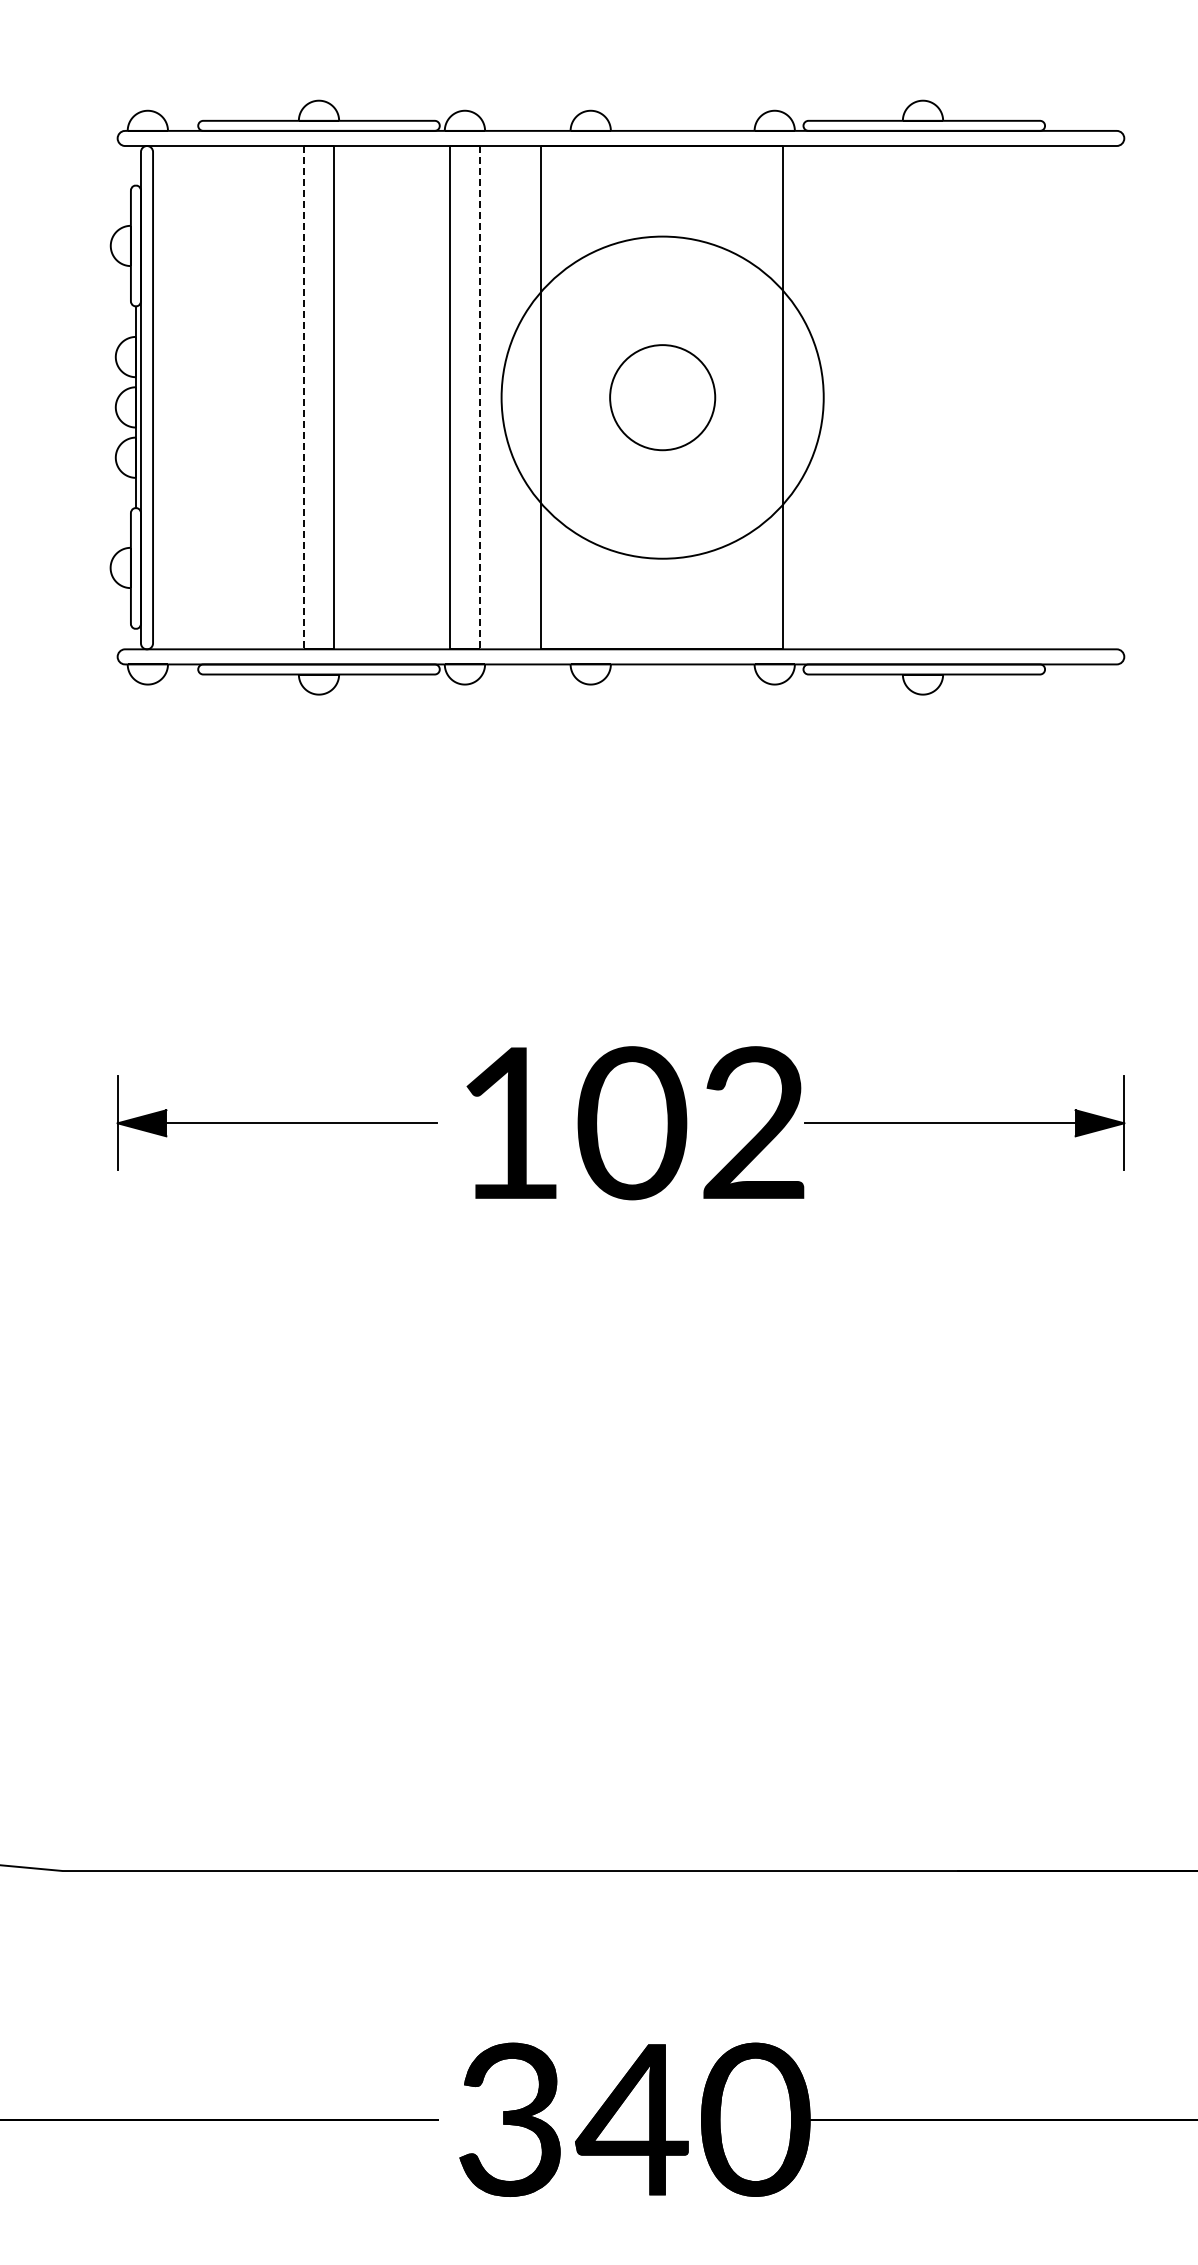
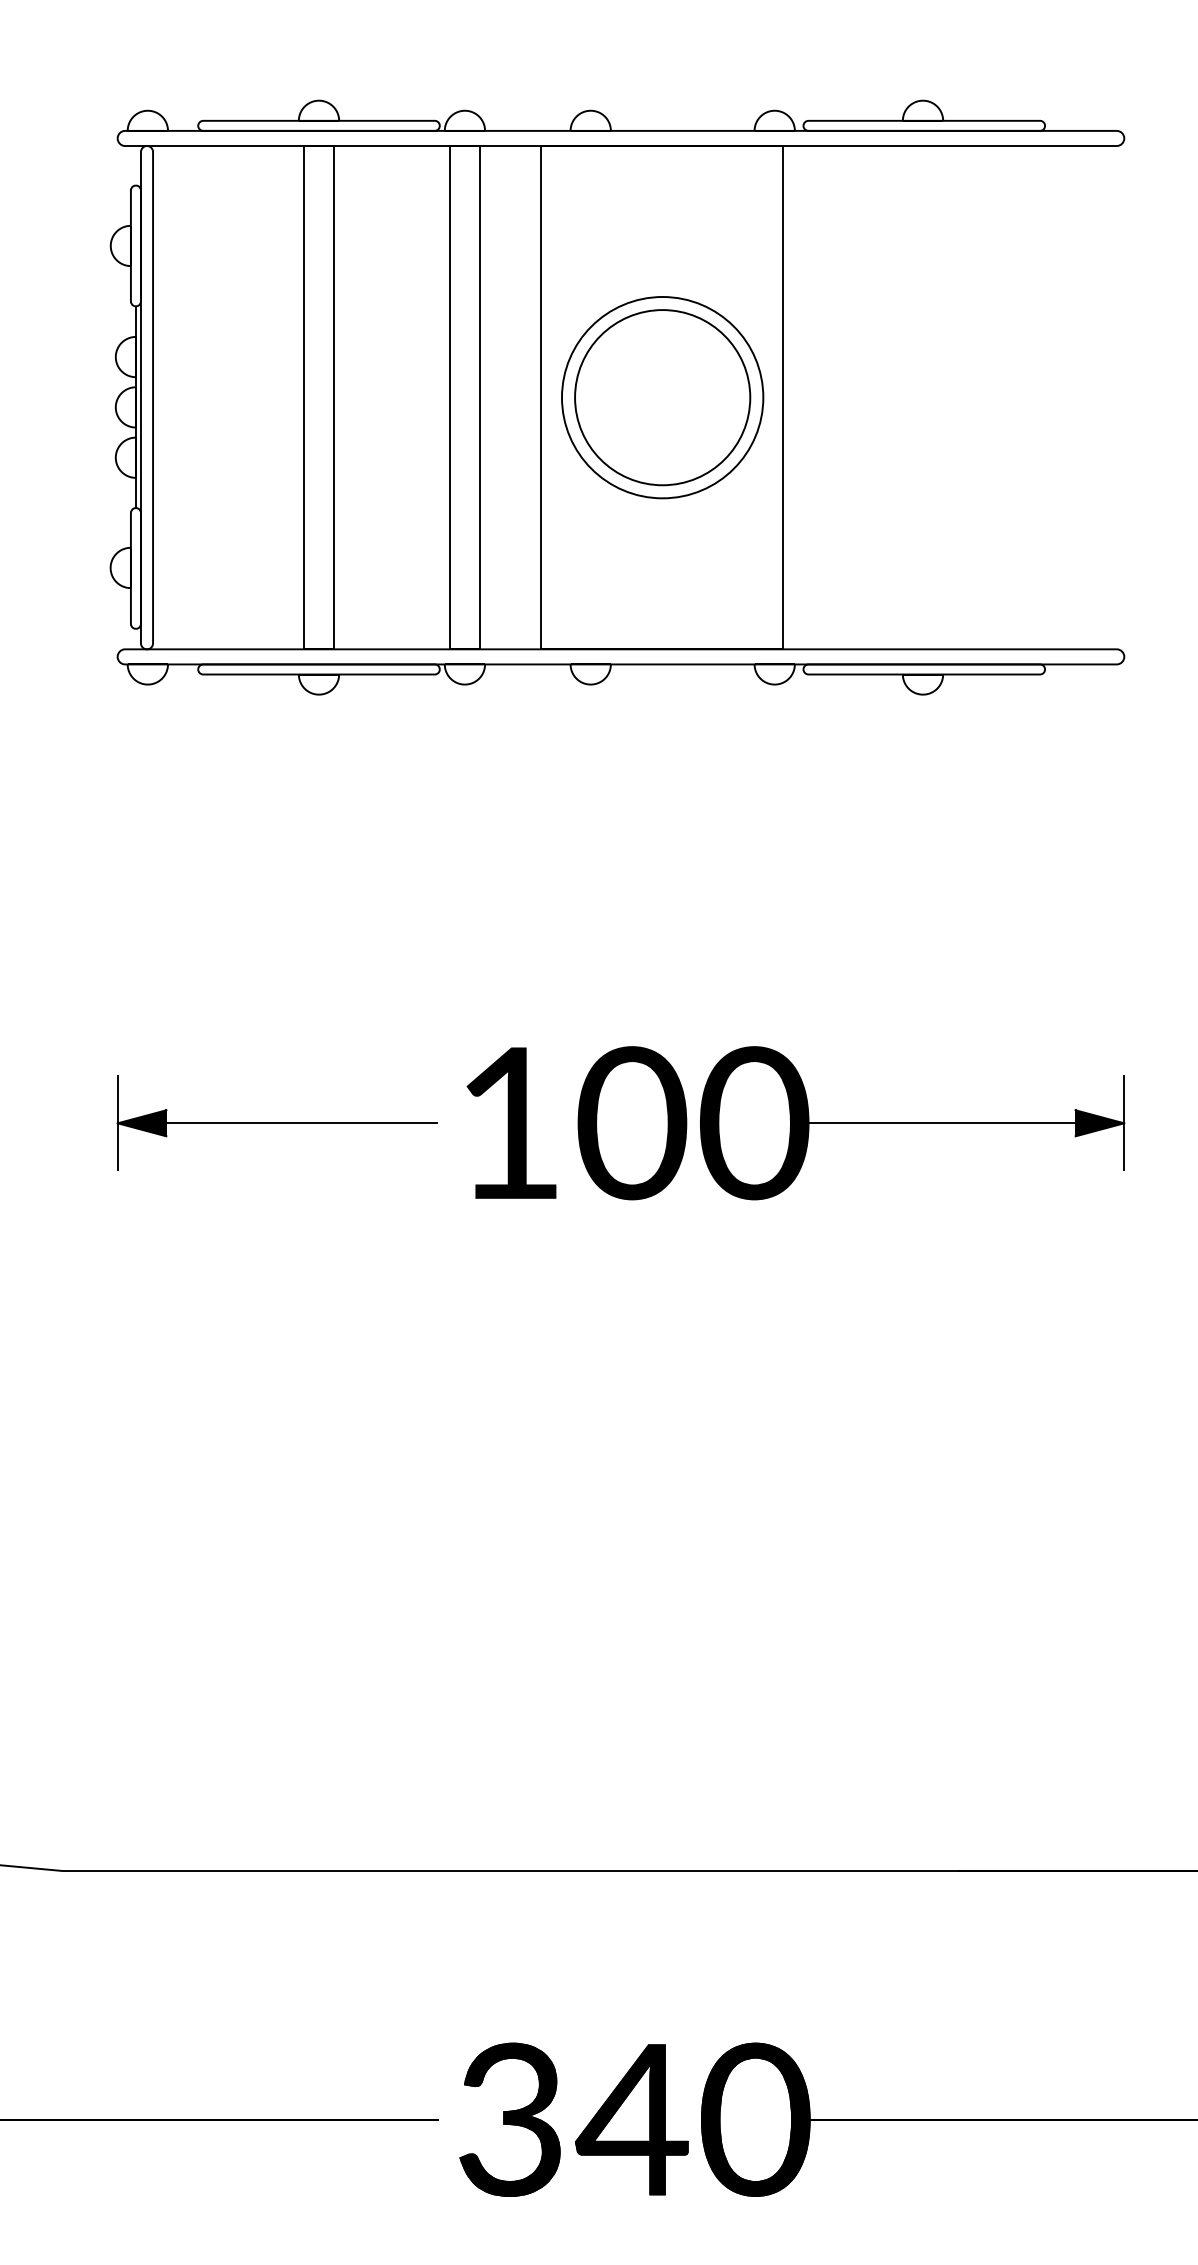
line at (303, 397): dashed -> solid
line at (480, 397): dashed -> solid
circle at (662, 397) diameter: 105 px -> 175 px
circle at (662, 397) diameter: 322 px -> 201 px
text at (754, 1123): 102 -> 100
